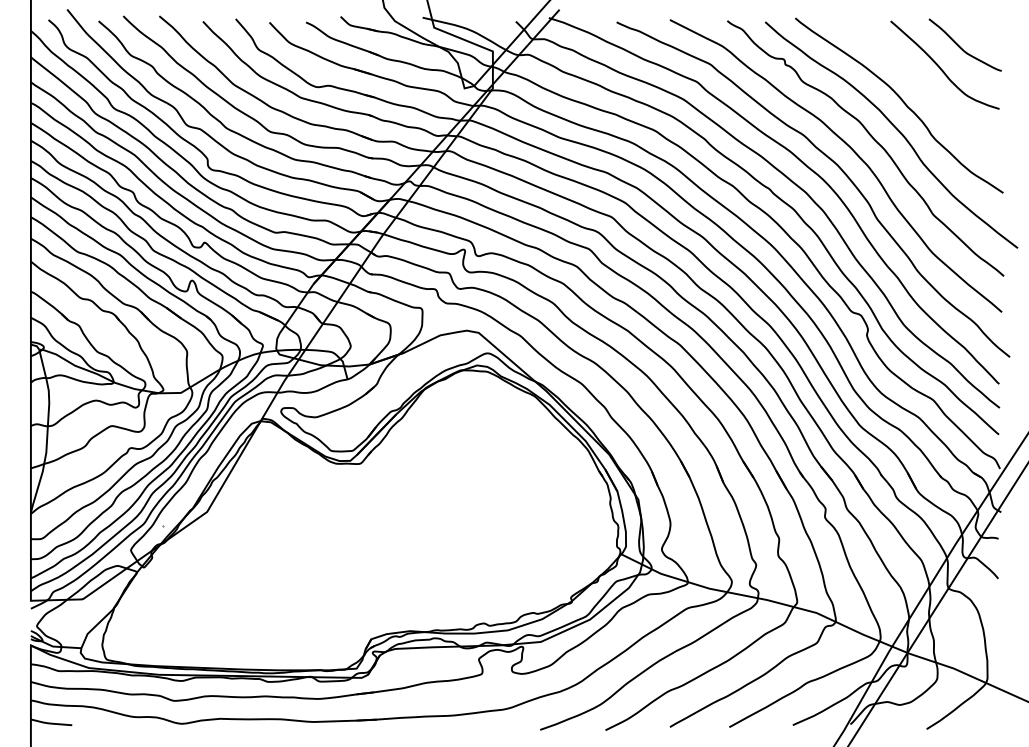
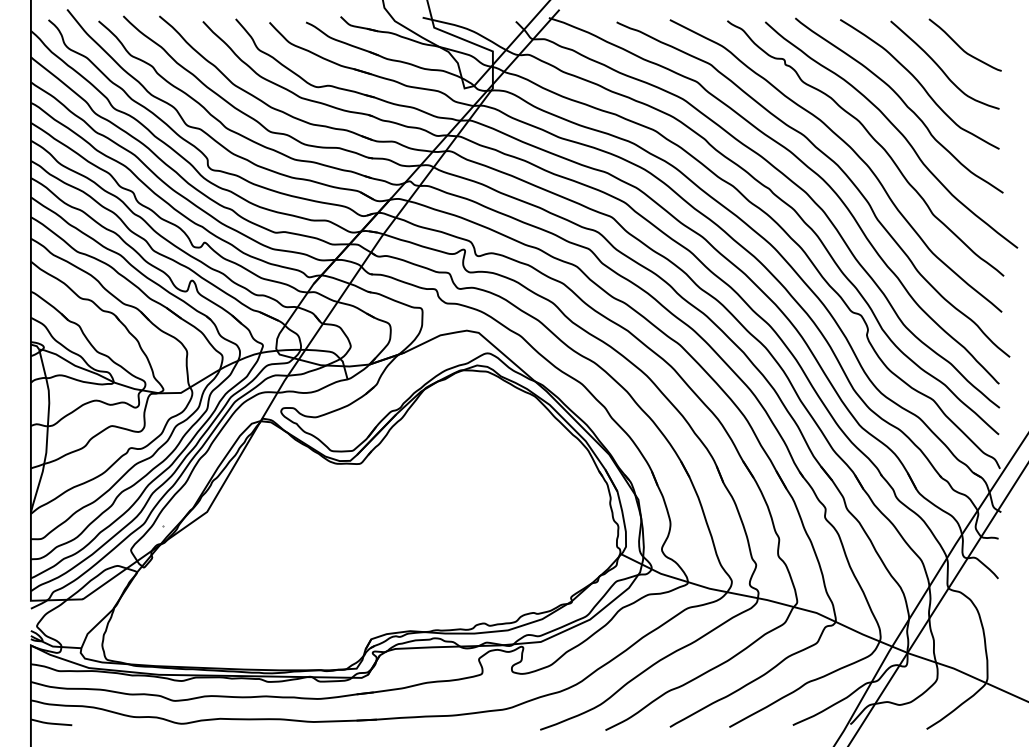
curve at (919, 84): none -> present
